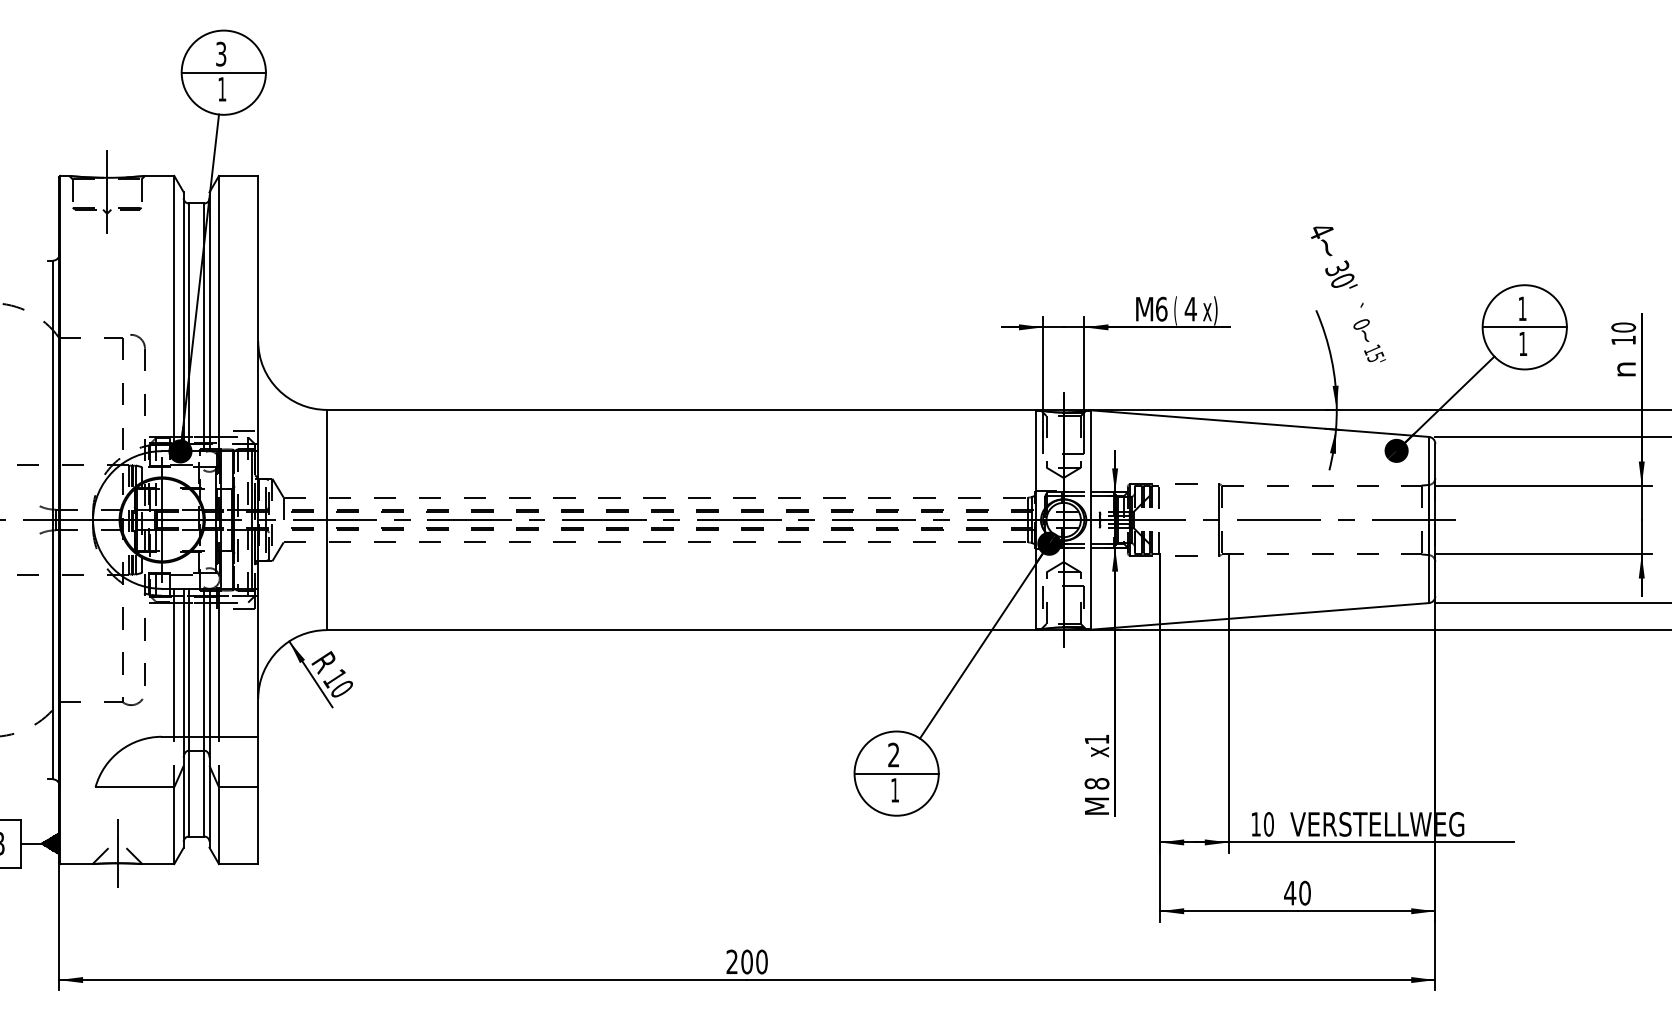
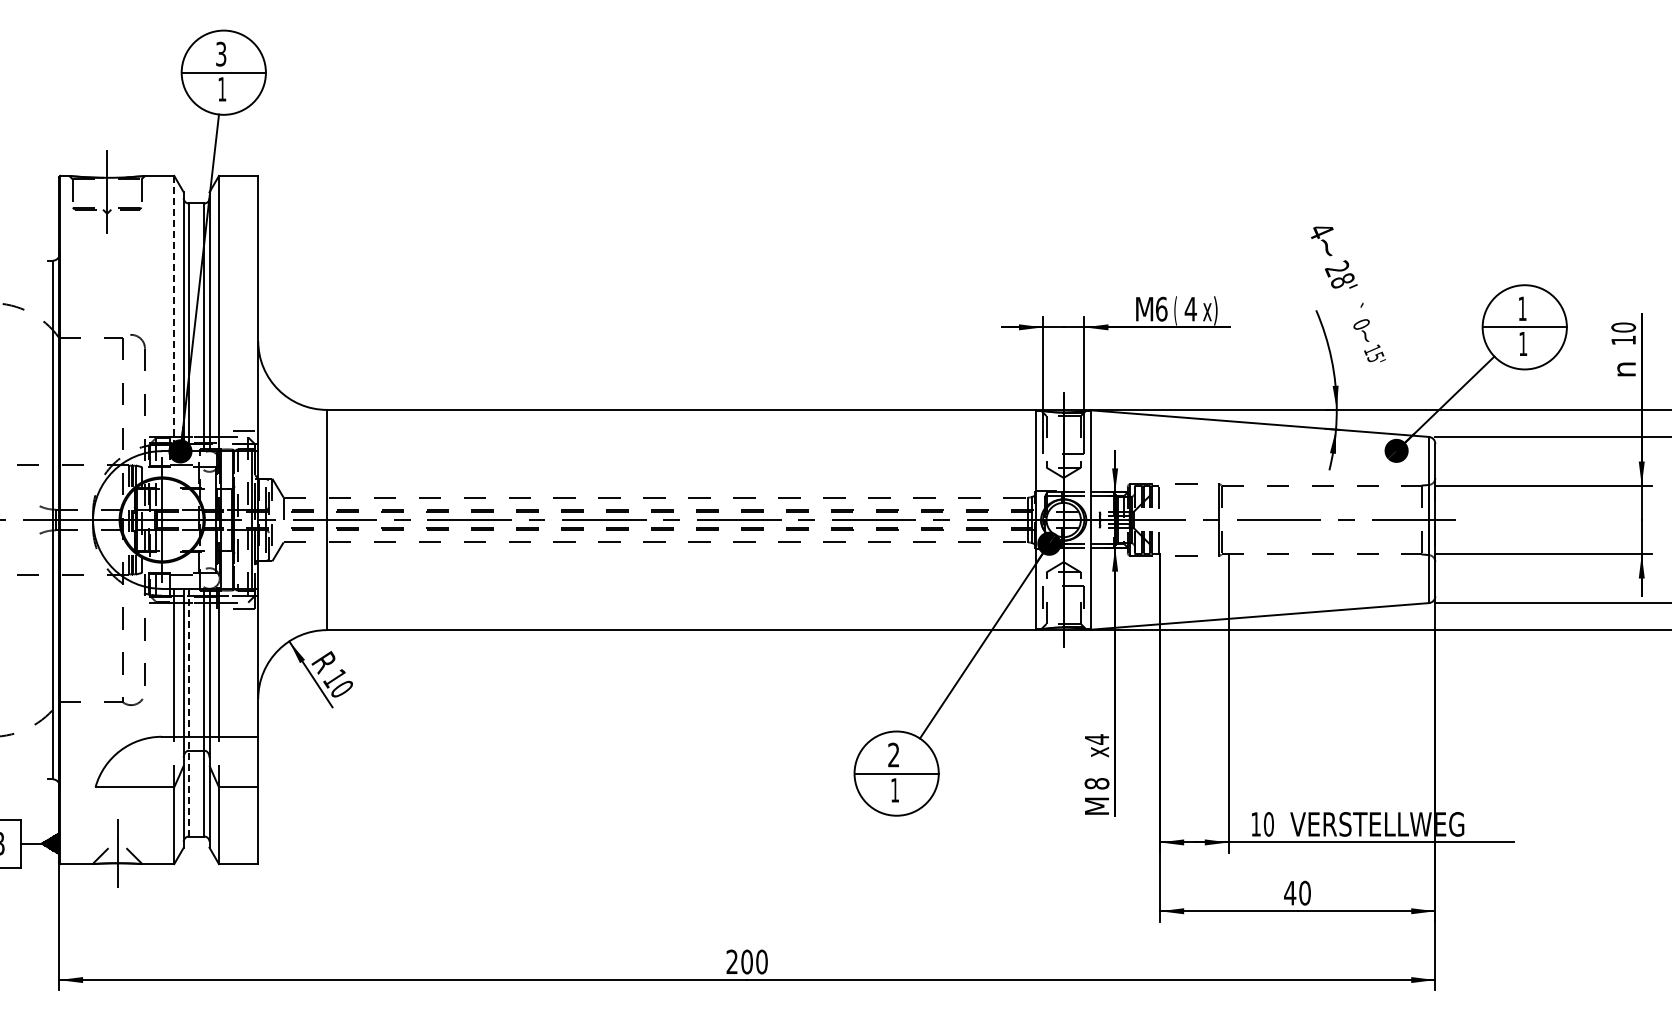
text at (1339, 274): 30' -> 28'
line at (174, 313): solid -> dashed
line at (188, 712): solid -> dashed
text at (1096, 739): x1 -> x4
